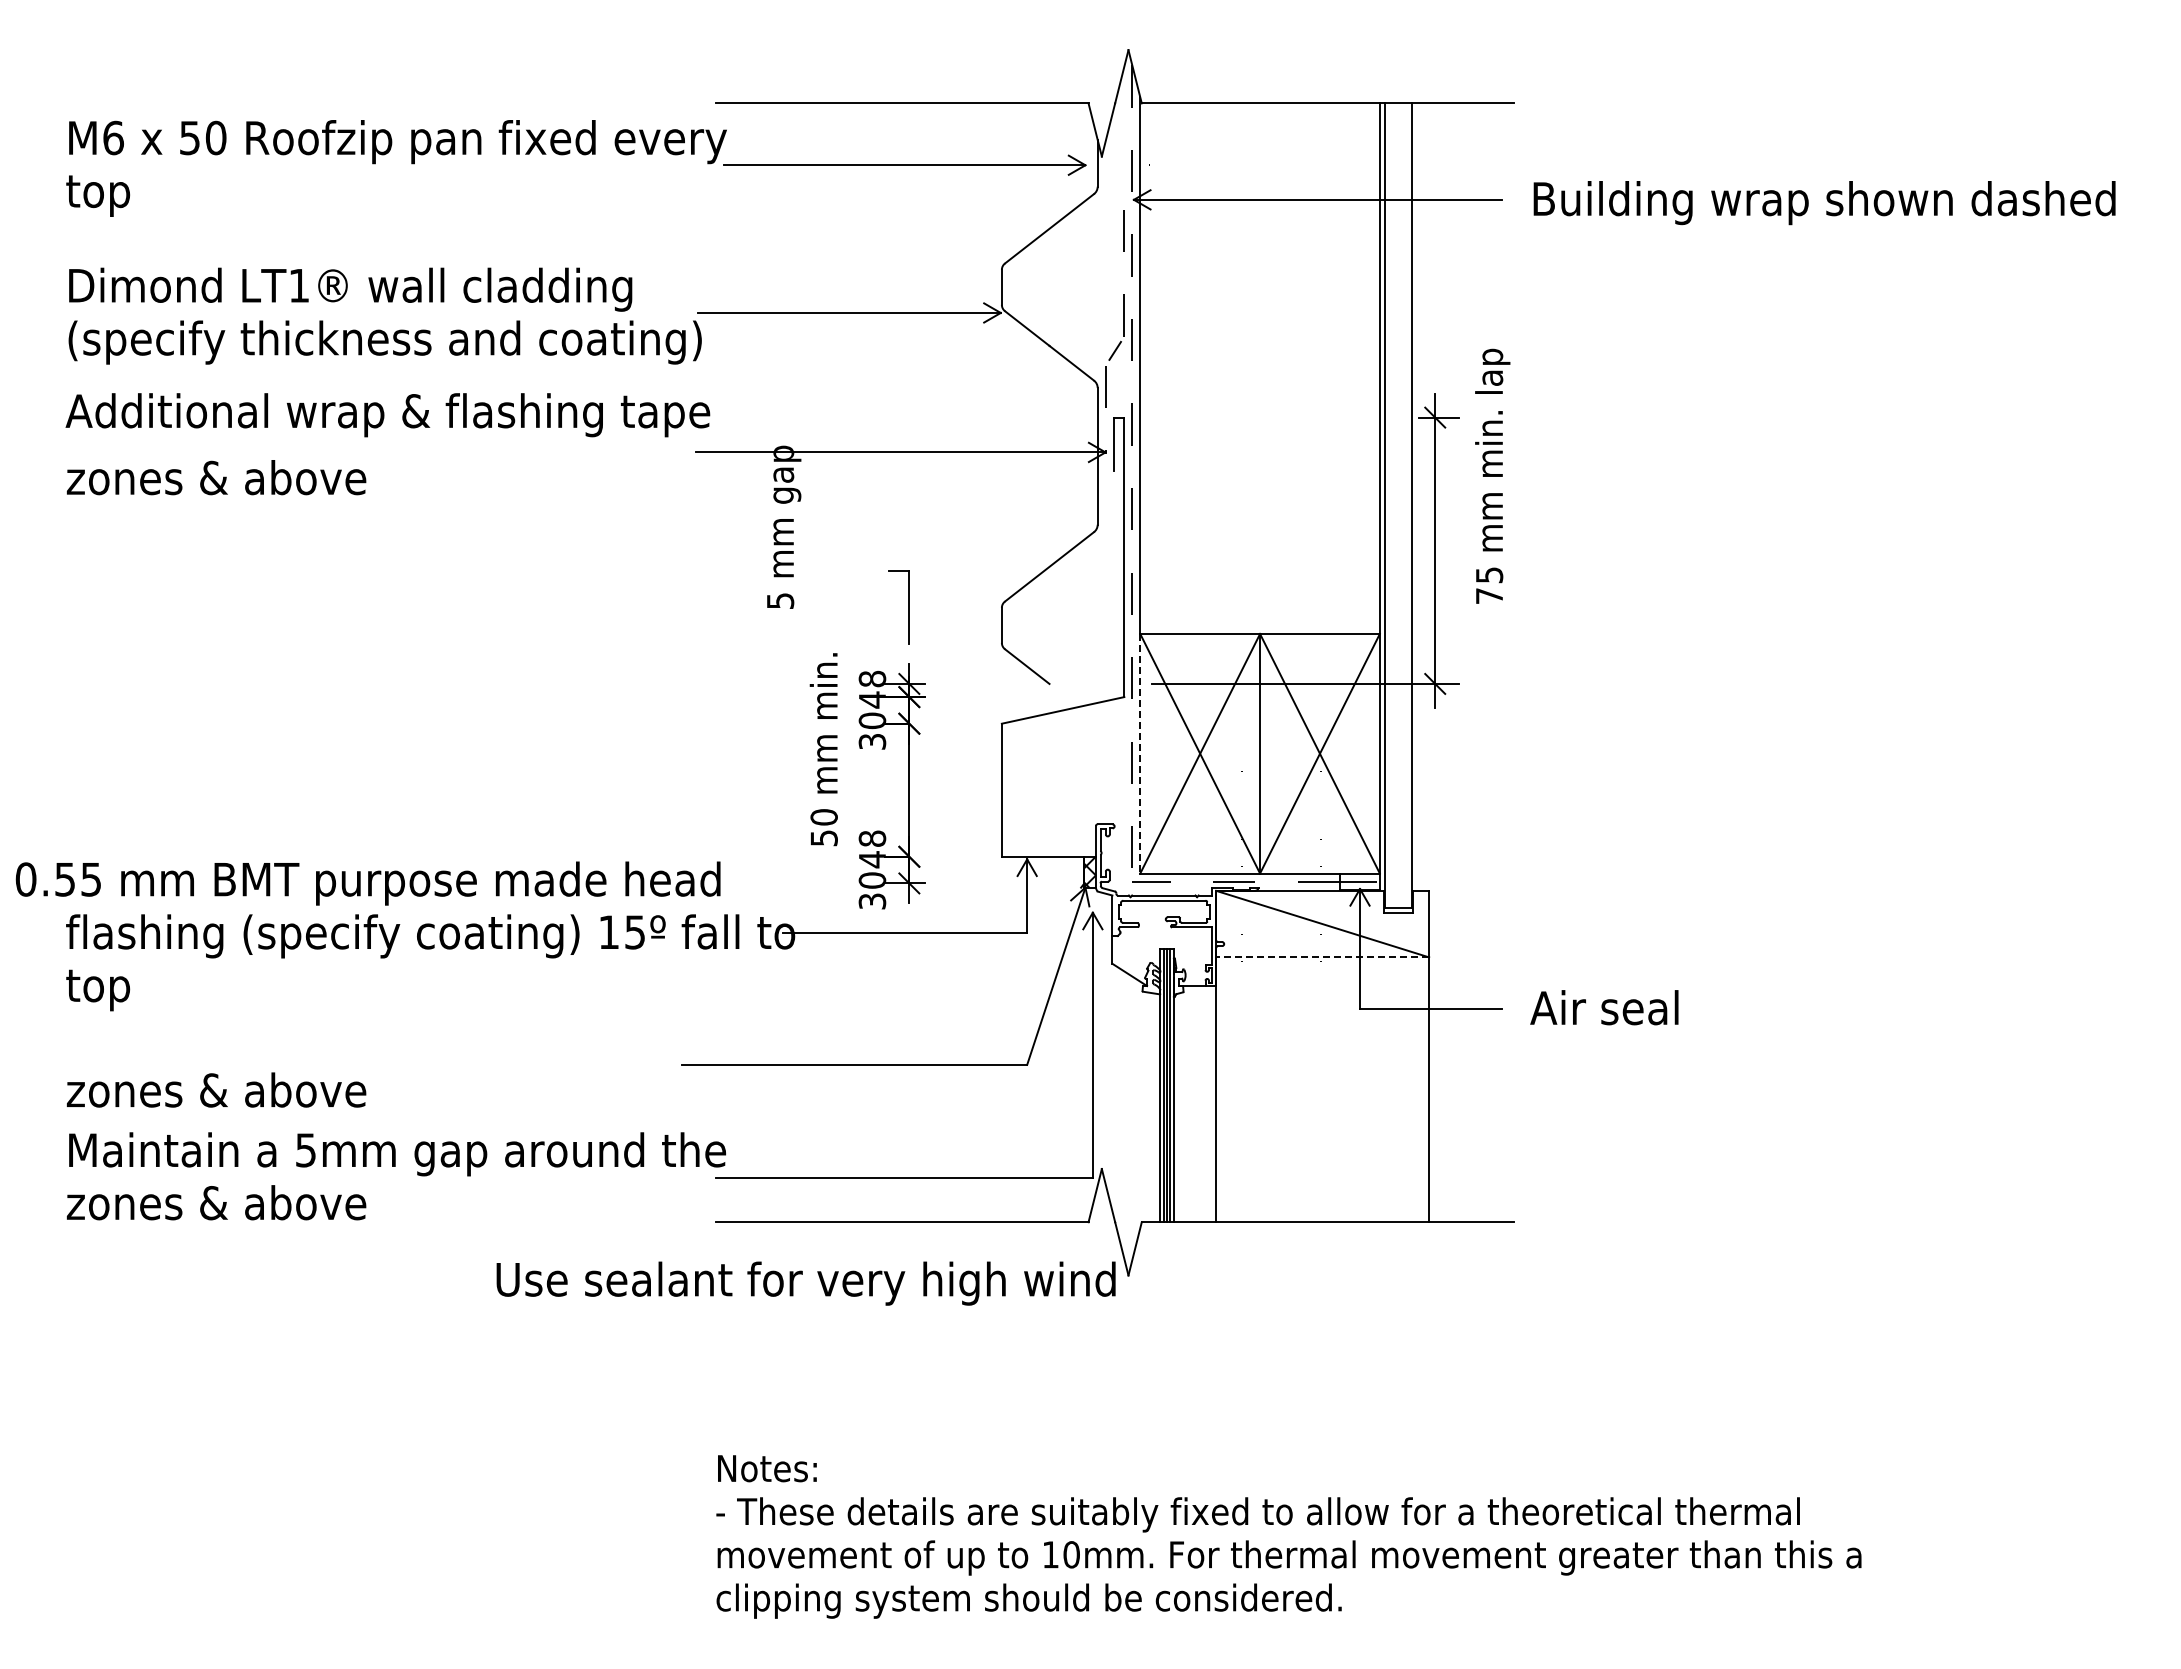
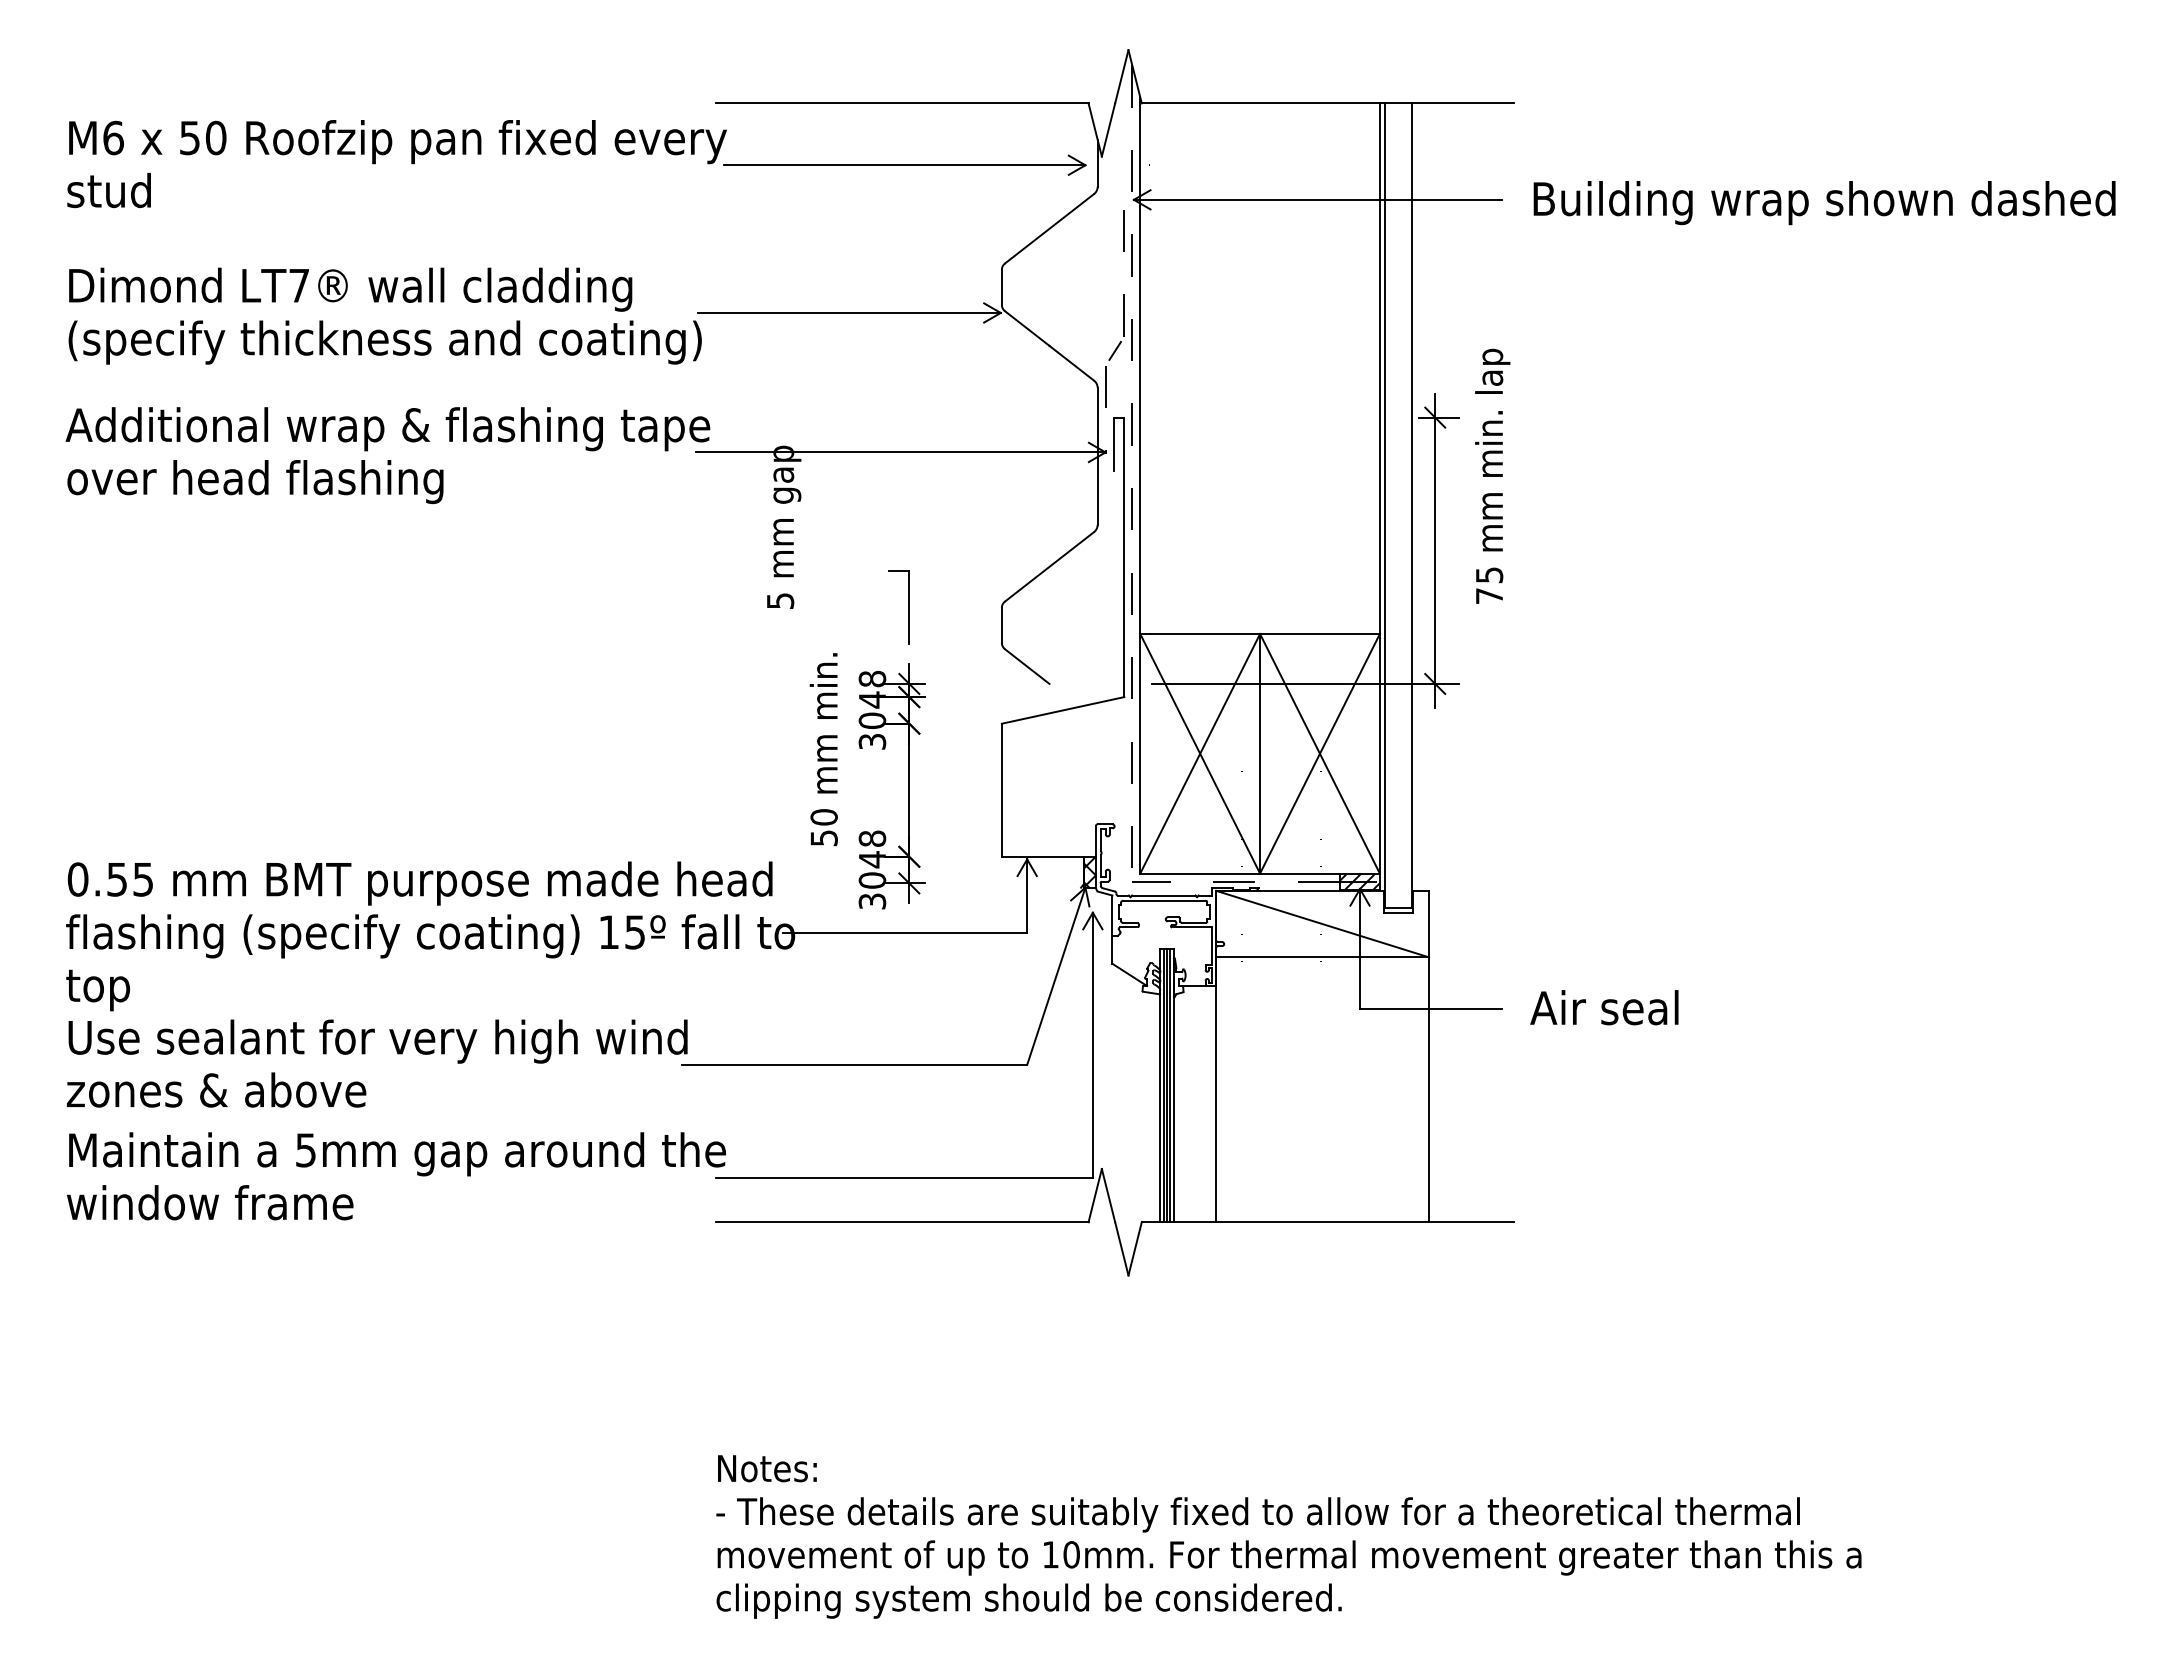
text at (108, 194): top -> stud
text at (298, 285): LT1® -> LT7®
text at (387, 415) position: (387, 415) -> (387, 429)
text at (254, 482): zones & above -> over head flashing
line at (1140, 753): dashed -> solid
hatch at (1359, 881): none -> present
text at (367, 883) position: (367, 883) -> (419, 883)
line at (1322, 957): dashed -> solid
text at (216, 1202): zones & above -> window frame
text at (805, 1283) position: (805, 1283) -> (377, 1041)
